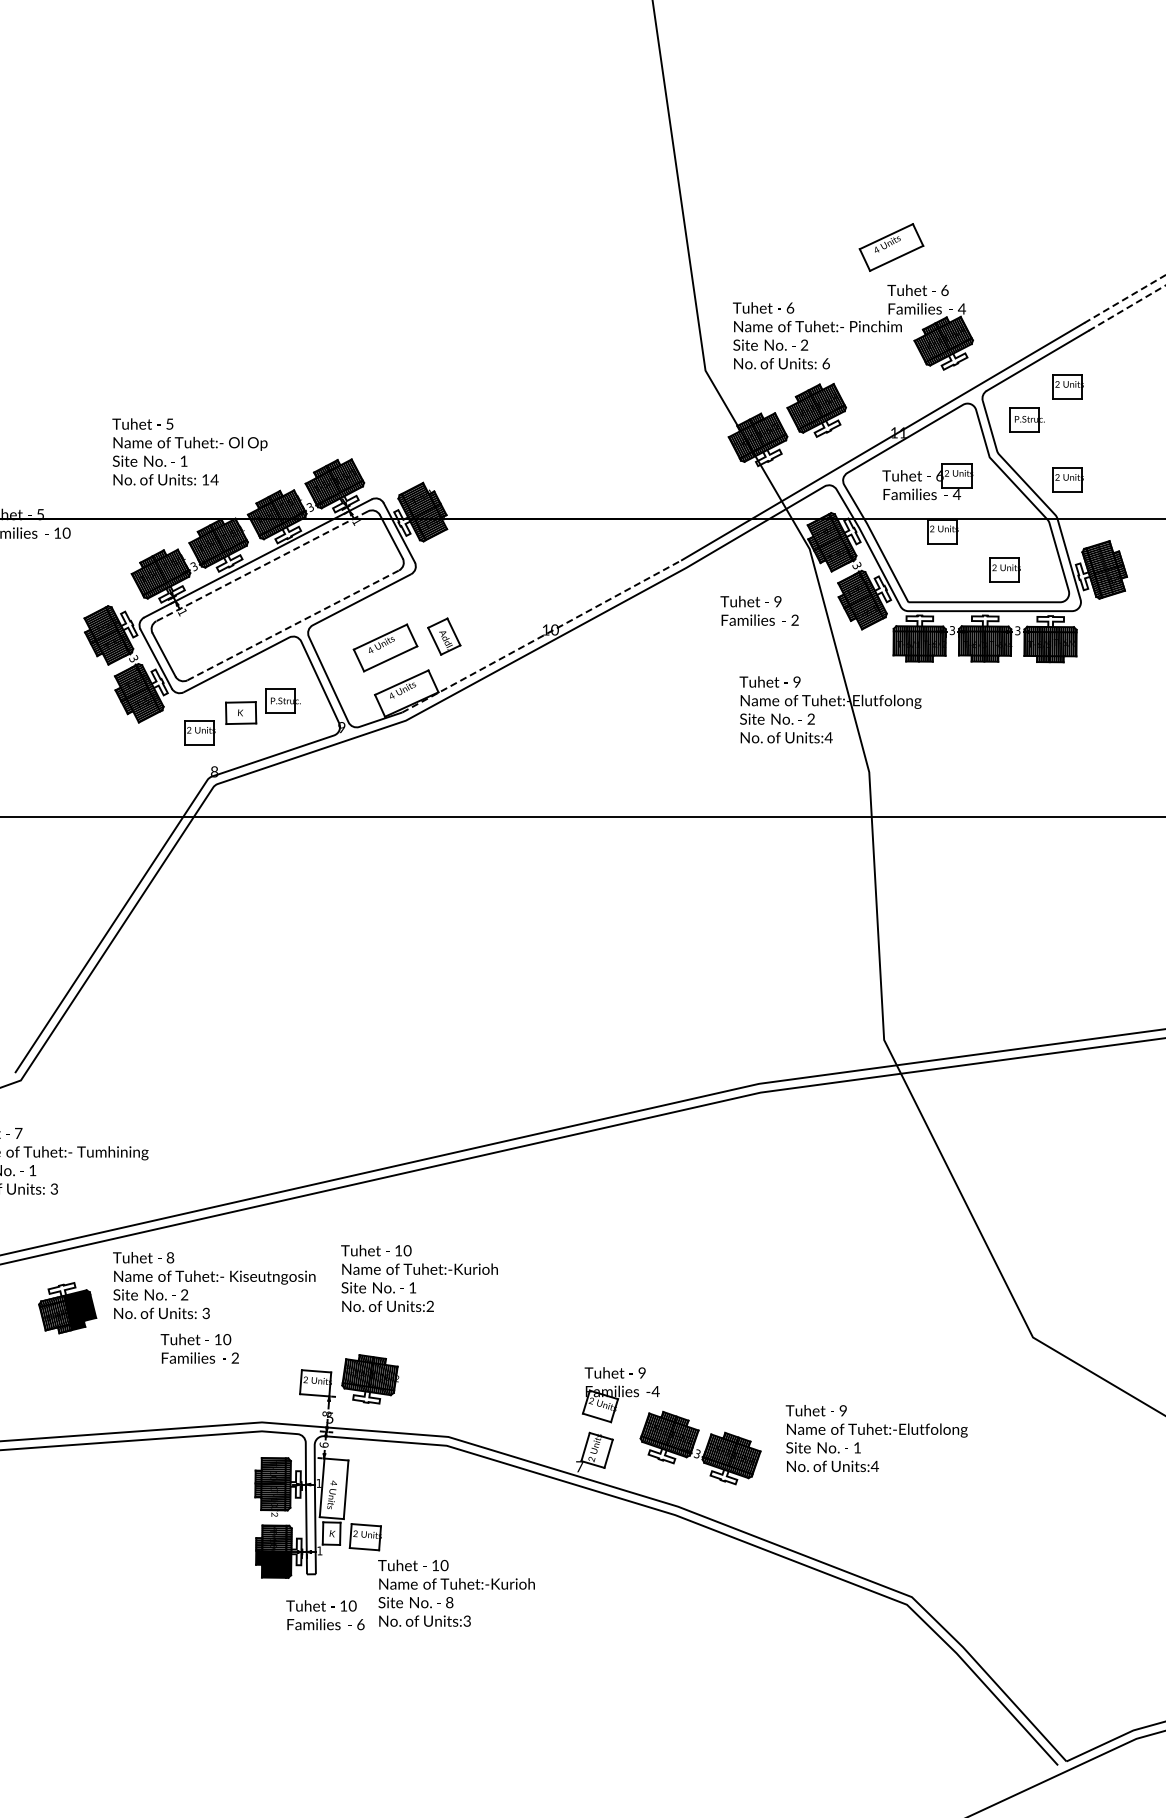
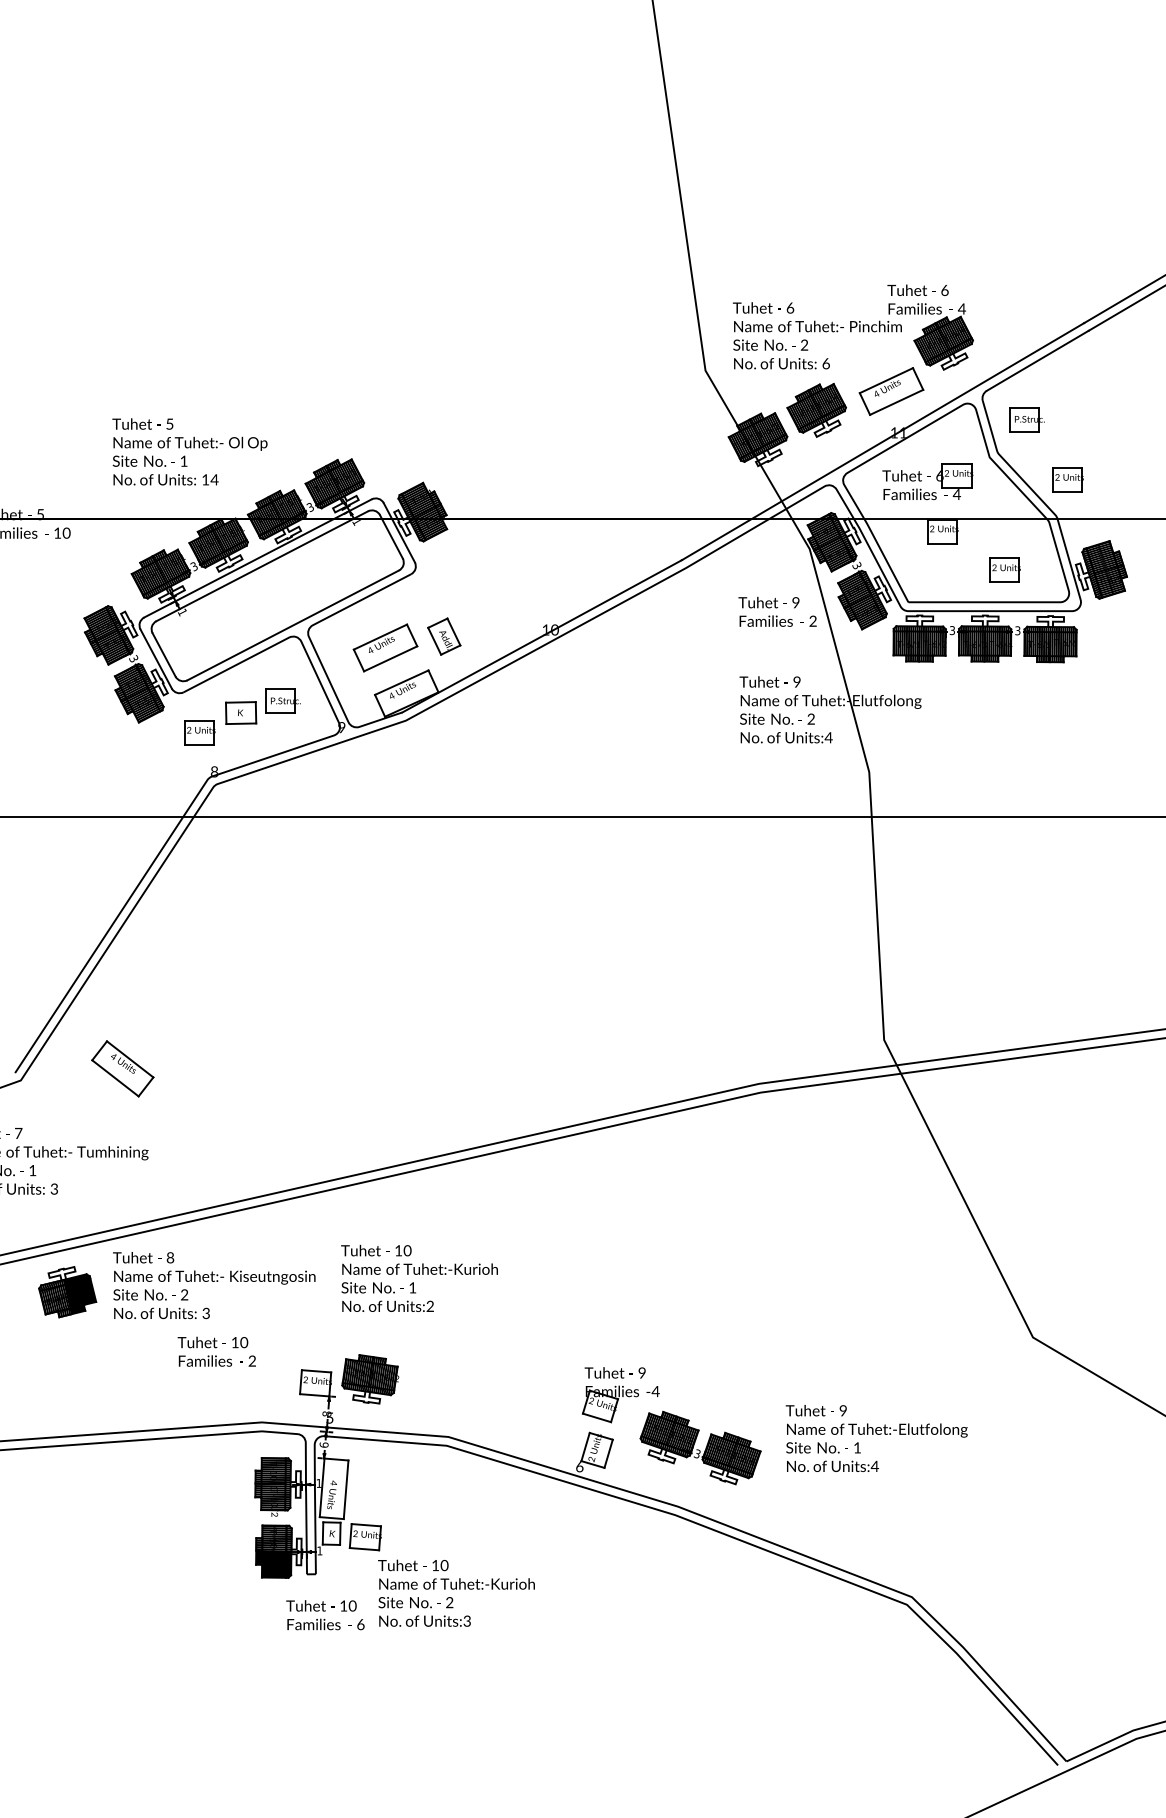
part at (891, 247) position: (891, 247) -> (891, 391)
line at (1124, 299): dashed -> solid
line at (1127, 307): dashed -> solid
part at (1067, 386): present -> none
line at (261, 566): dashed -> solid
text at (759, 610) position: (759, 610) -> (777, 611)
line at (293, 625): dashed -> solid
line at (542, 636): dashed -> solid
part at (122, 1068): none -> present
part at (67, 1308) position: (67, 1308) -> (67, 1292)
text at (199, 1348) position: (199, 1348) -> (216, 1351)
text at (579, 1466): 7 -> 6
text at (449, 1603): 8 -> 2
